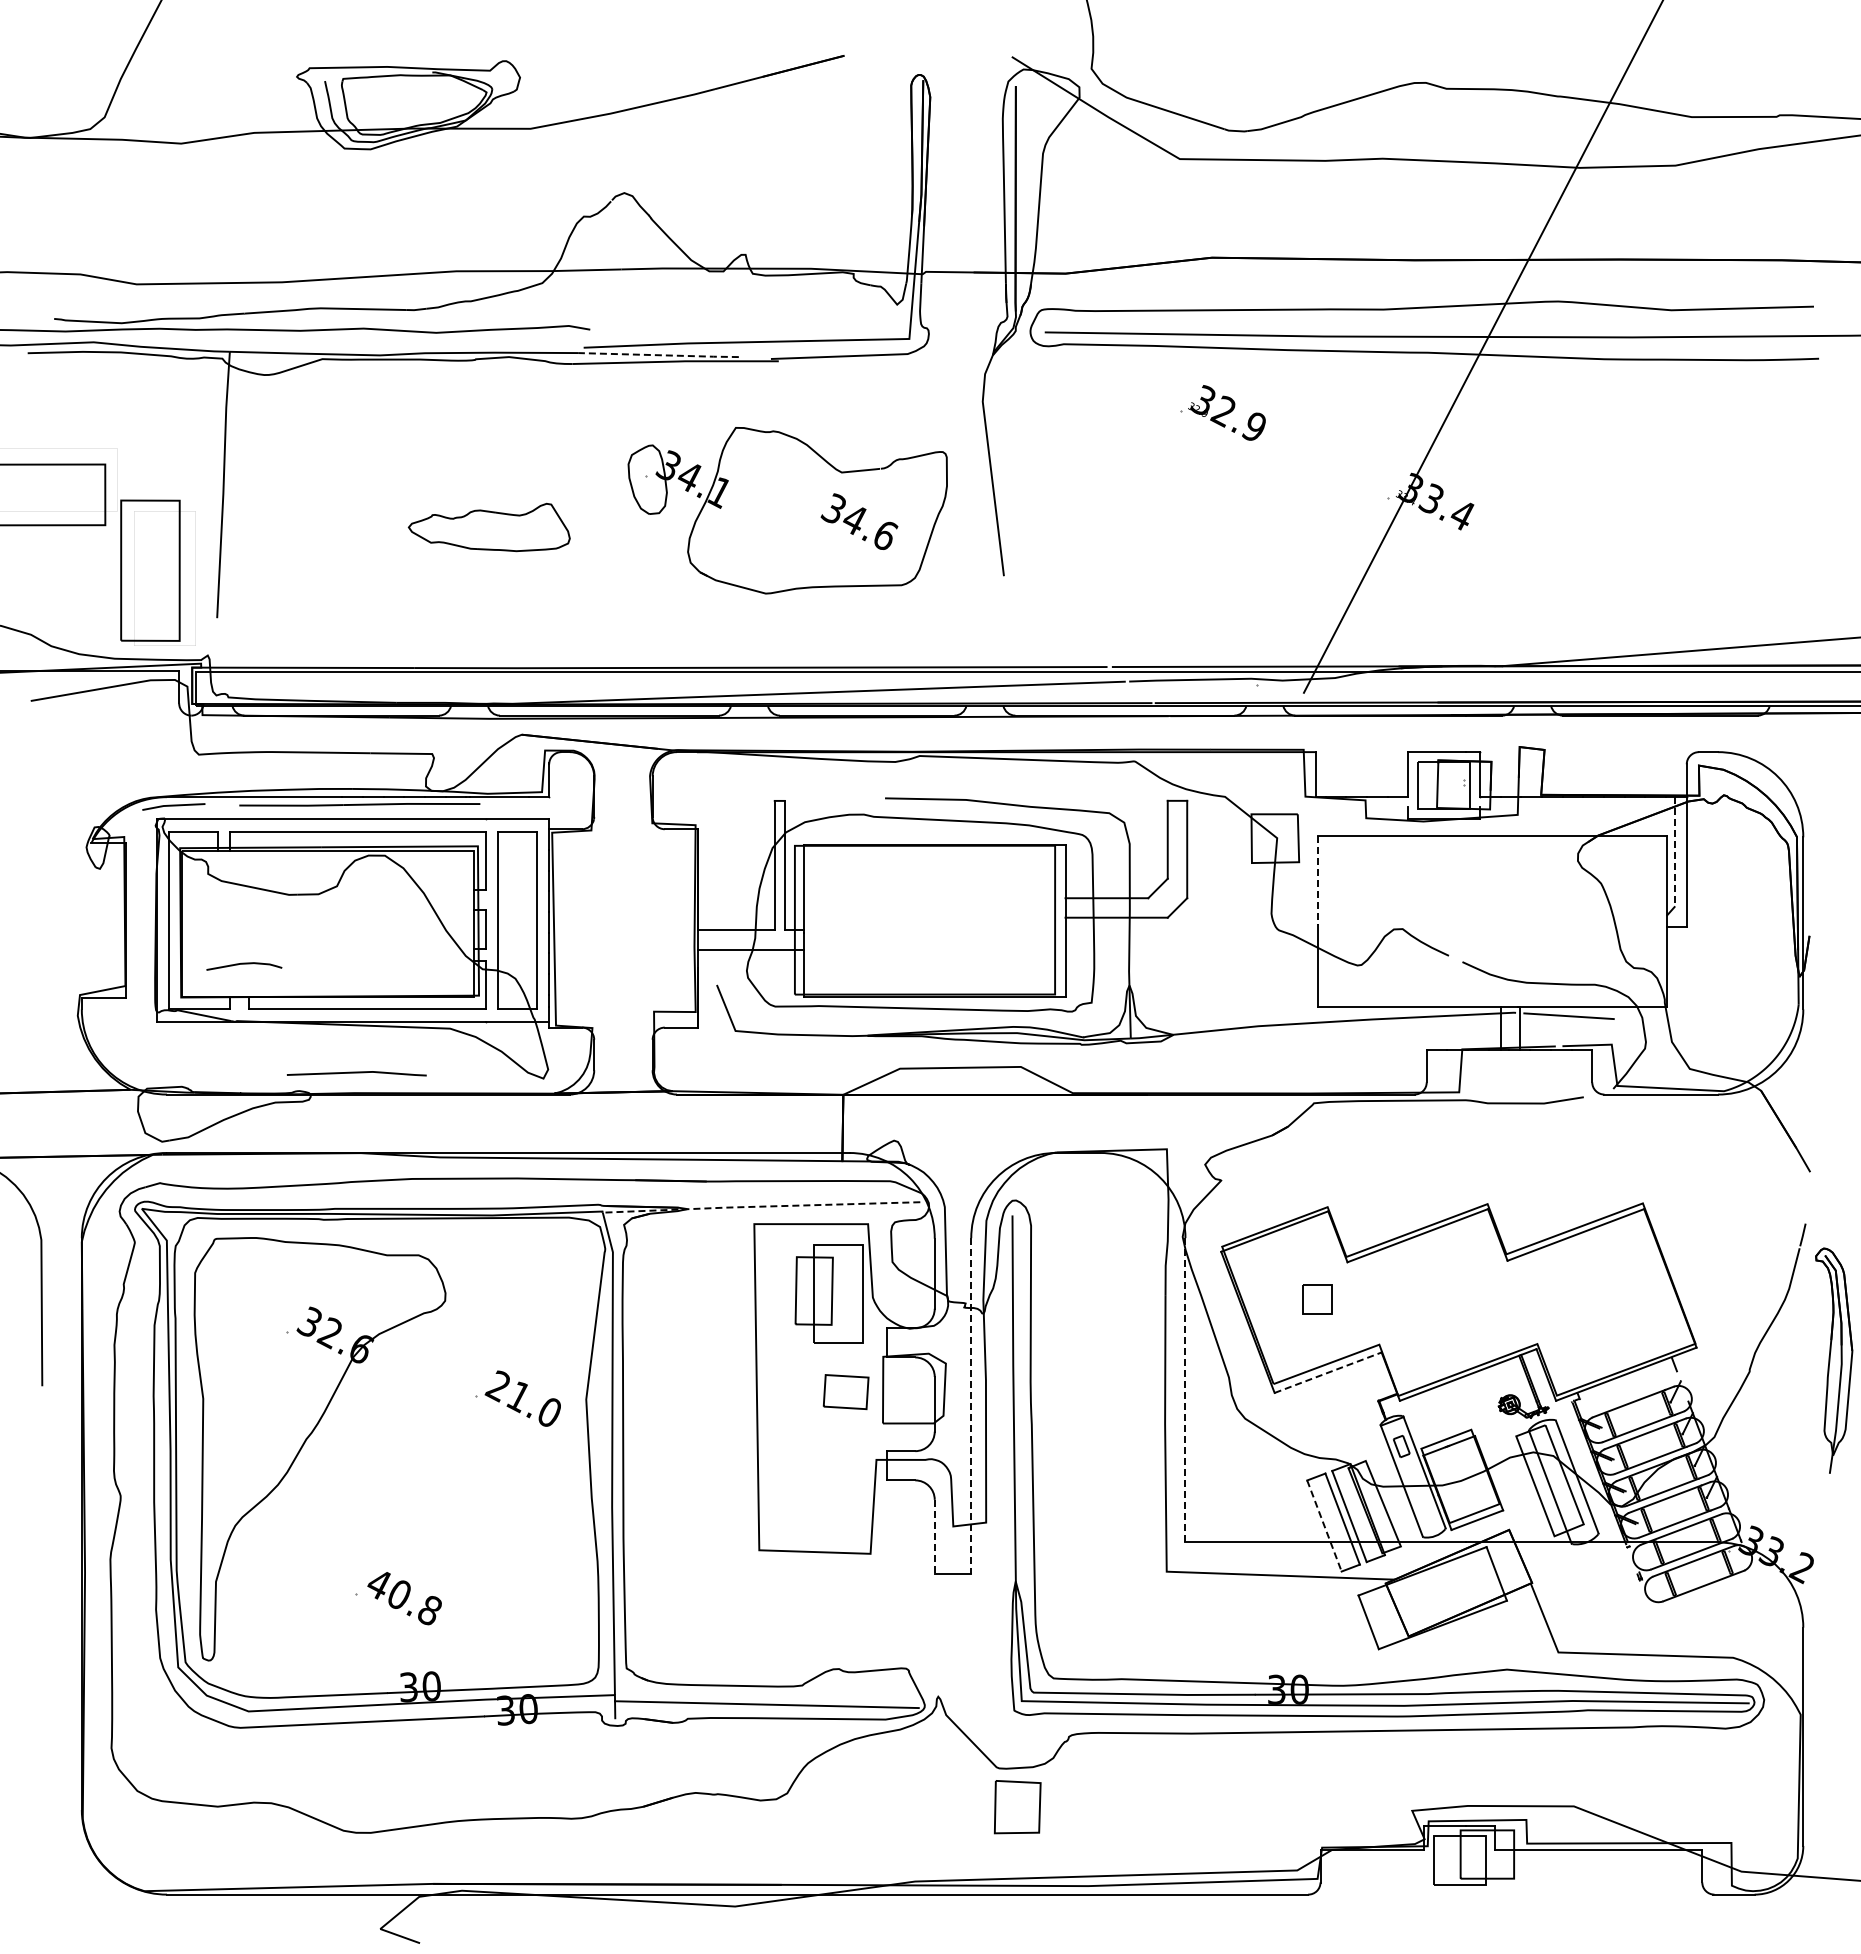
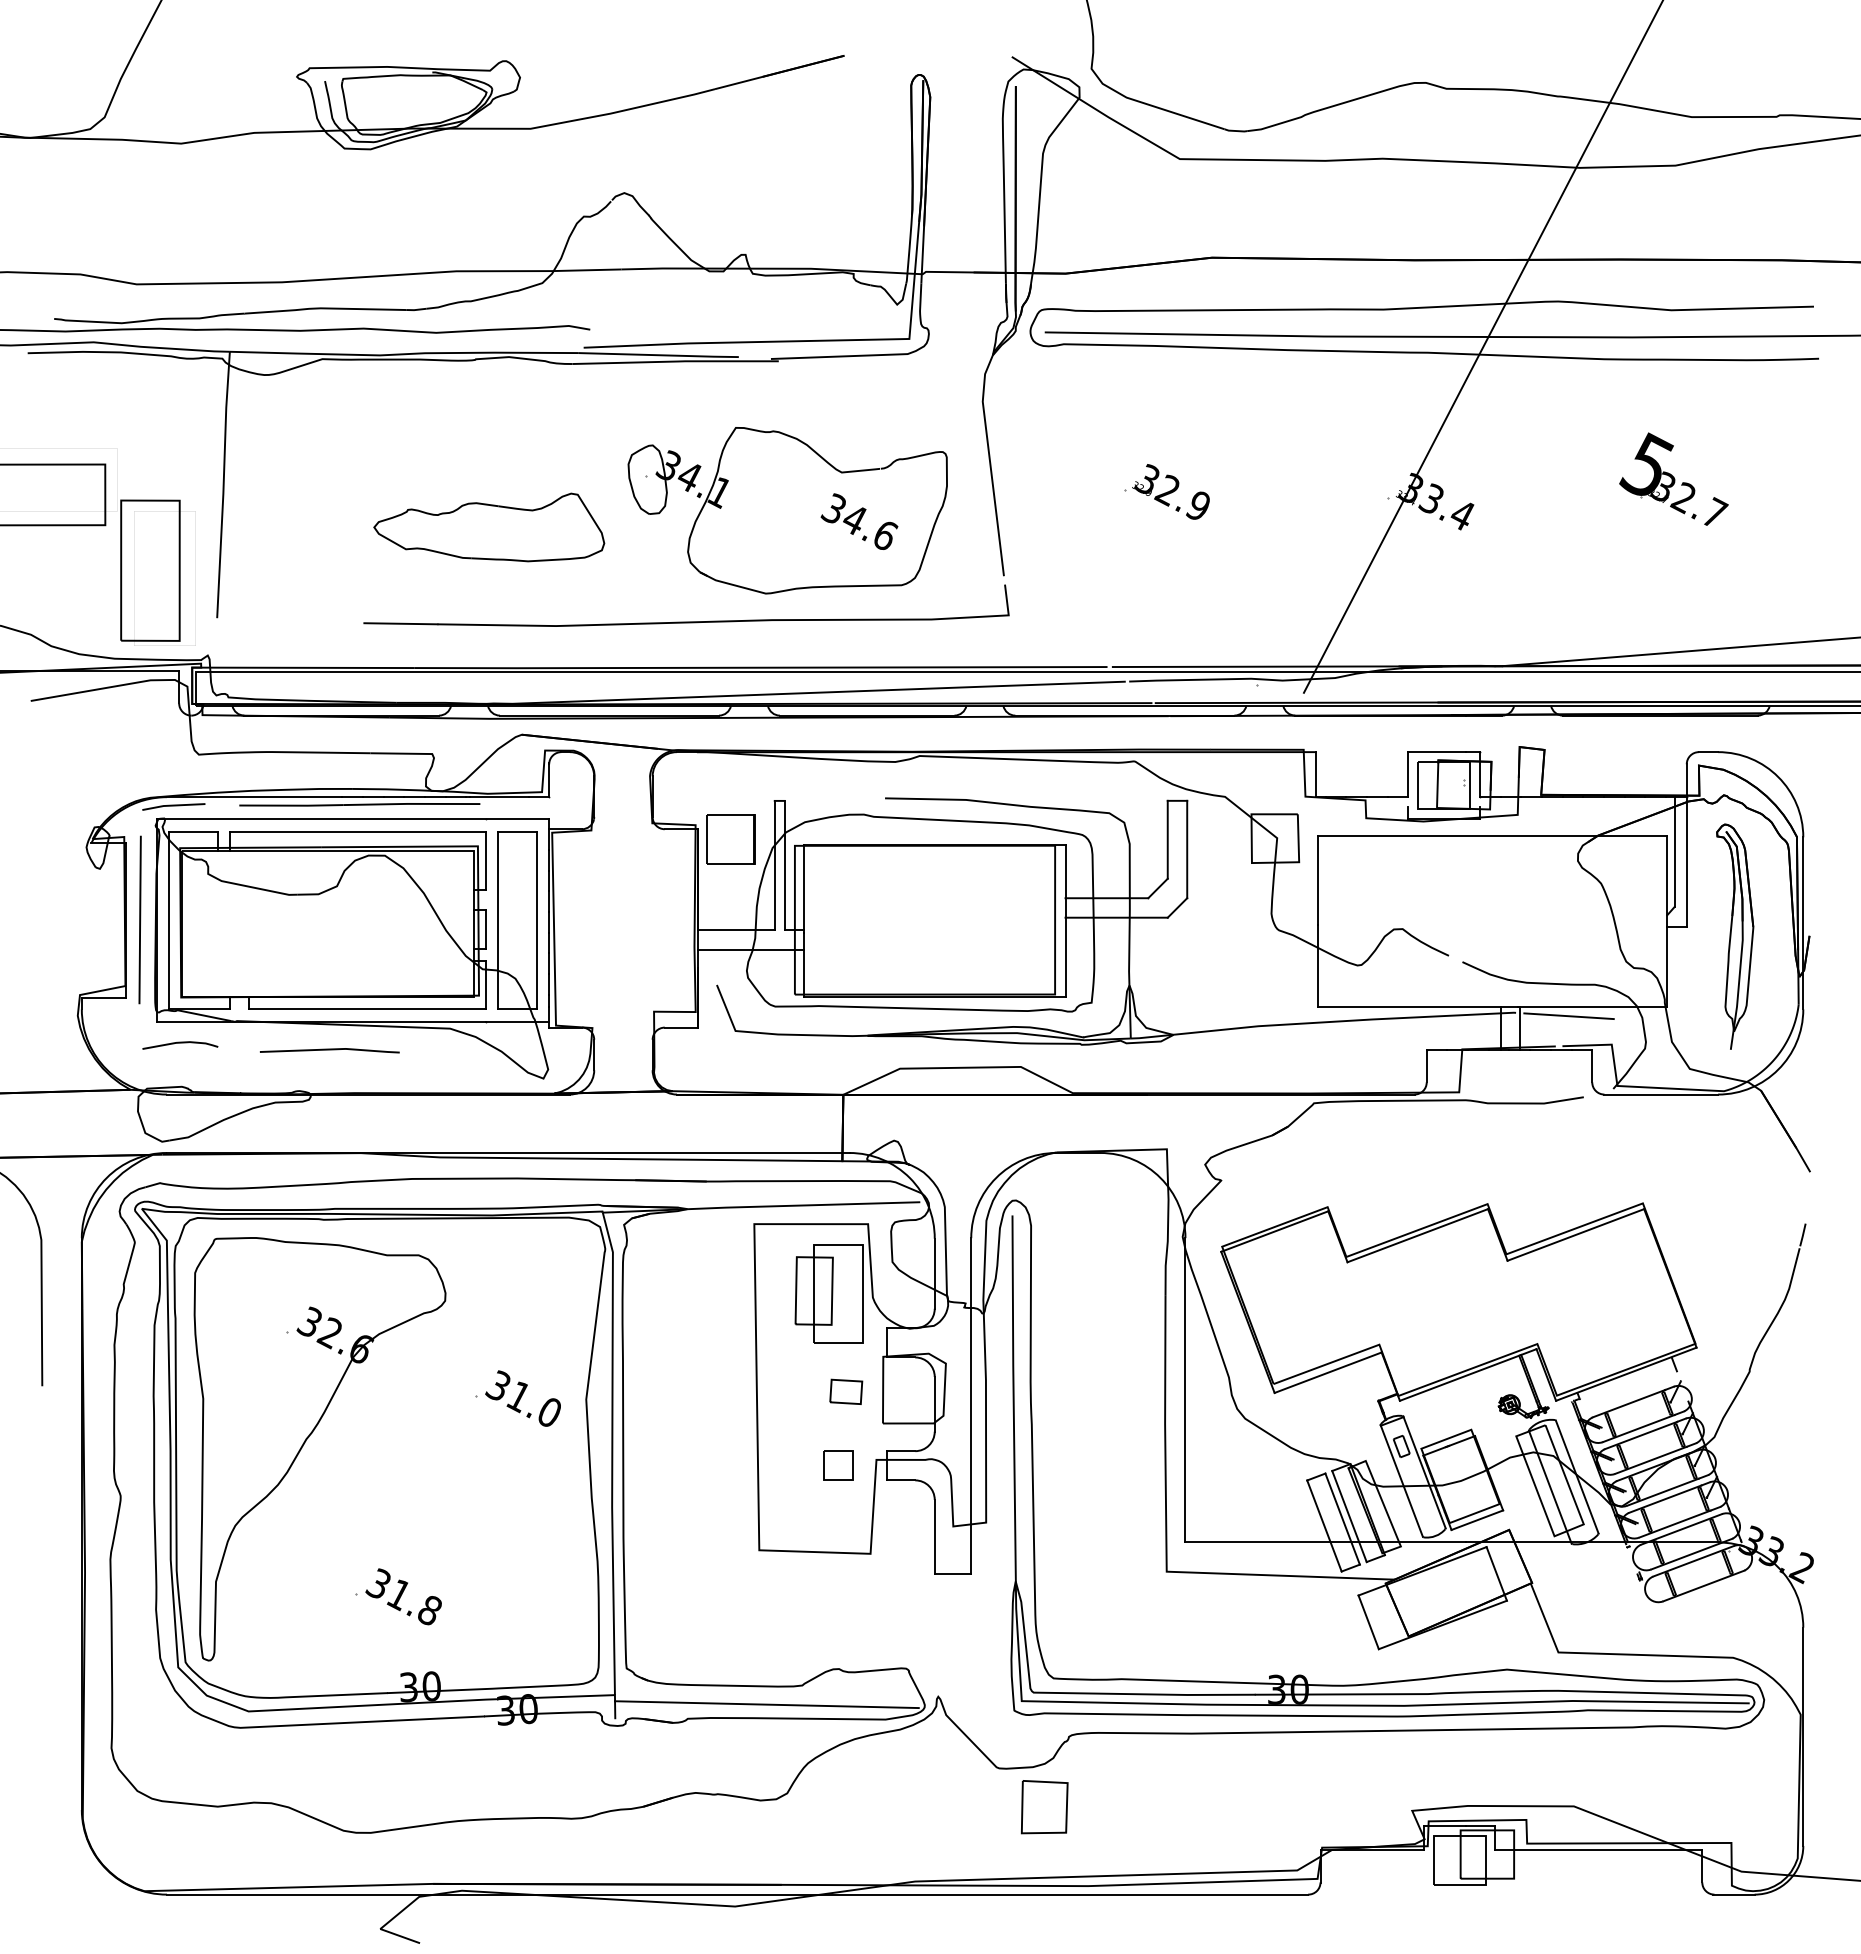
line at (658, 355): dashed -> solid
part at (1222, 412) position: (1222, 412) -> (1166, 491)
part at (1673, 478): none -> present
part at (488, 527) size: 164x51 px -> 233x71 px
part at (686, 621): none -> present
part at (730, 839): none -> present
line at (1674, 852): dashed -> solid
line at (1318, 881): dashed -> solid
line at (139, 919): none -> present
curve at (244, 964) position: (244, 964) -> (180, 1043)
line at (356, 1073) position: (356, 1073) -> (329, 1050)
line at (760, 1206): dashed -> solid
part at (1317, 1299) position: (1317, 1299) -> (838, 1465)
part at (1834, 1360) position: (1834, 1360) -> (1735, 936)
line at (1328, 1372): dashed -> solid
text at (497, 1386): 21.0 -> 31.0
line at (1185, 1390): dashed -> solid
part at (845, 1392) size: 48x37 px -> 35x27 px
line at (971, 1406): dashed -> solid
line at (1324, 1526): dashed -> solid
line at (934, 1537): dashed -> solid
text at (387, 1589): 40.8 -> 31.8
part at (1017, 1807) position: (1017, 1807) -> (1044, 1807)
